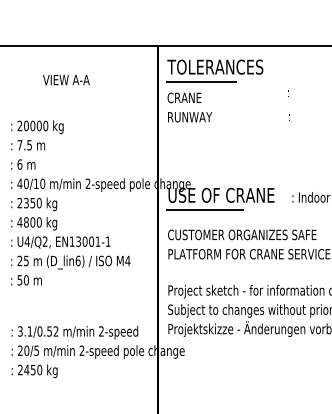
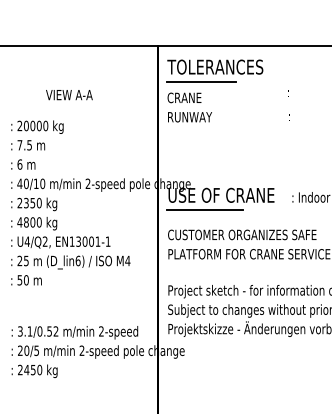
text at (66, 80) position: (66, 80) -> (69, 95)
